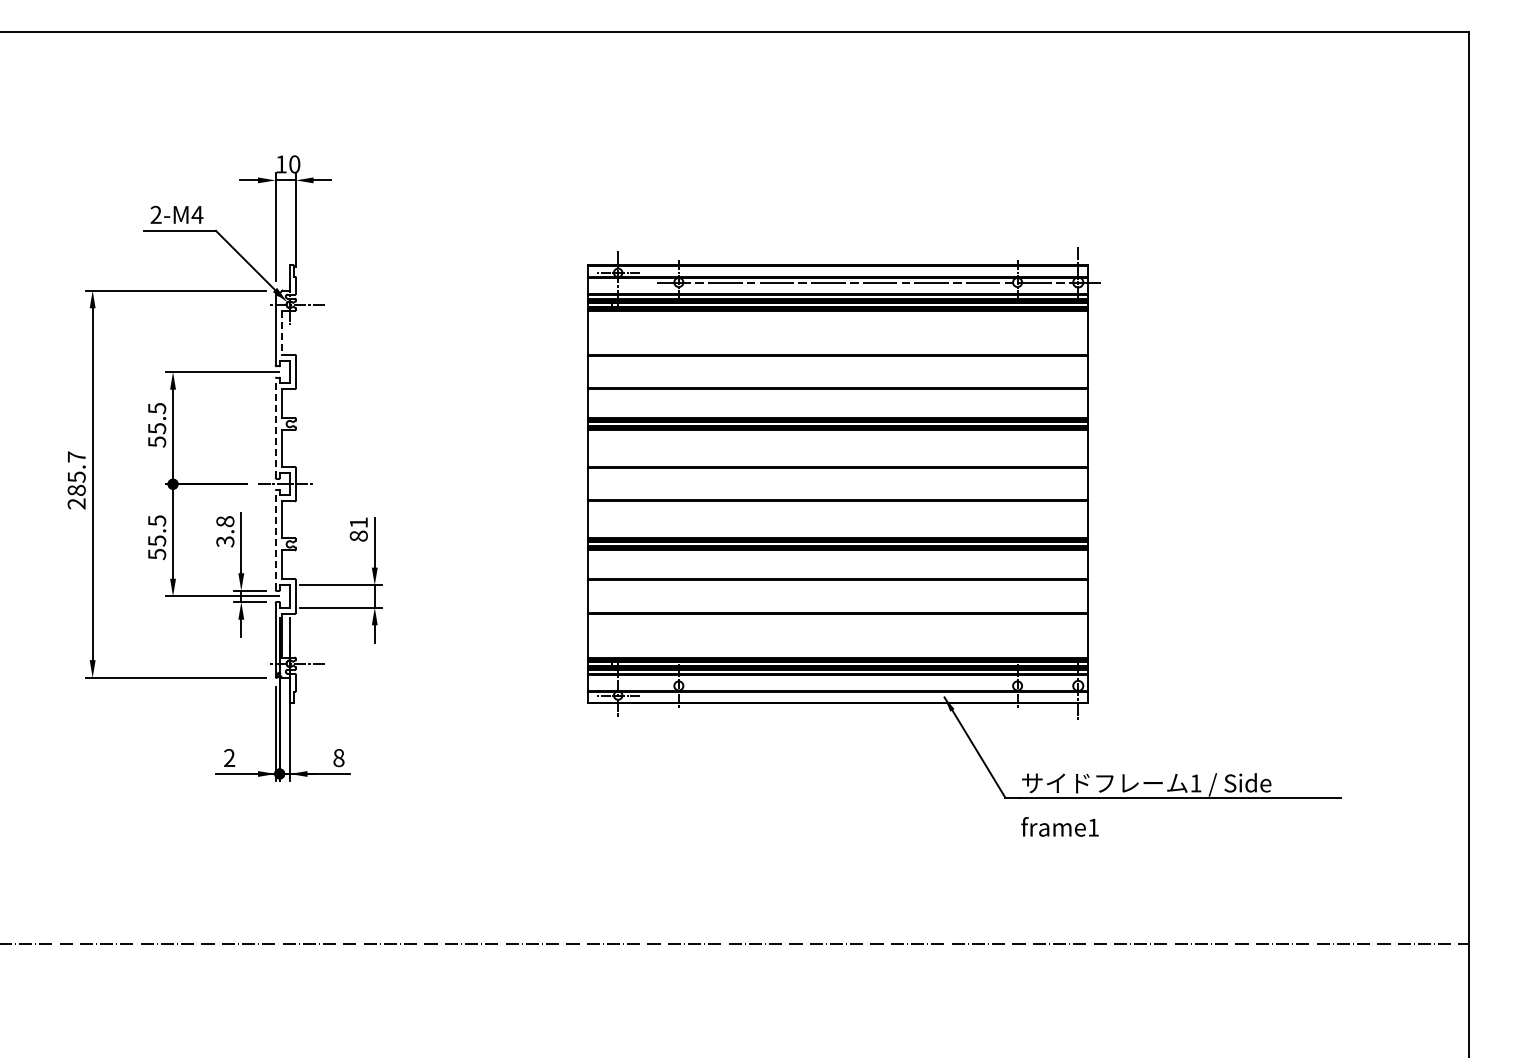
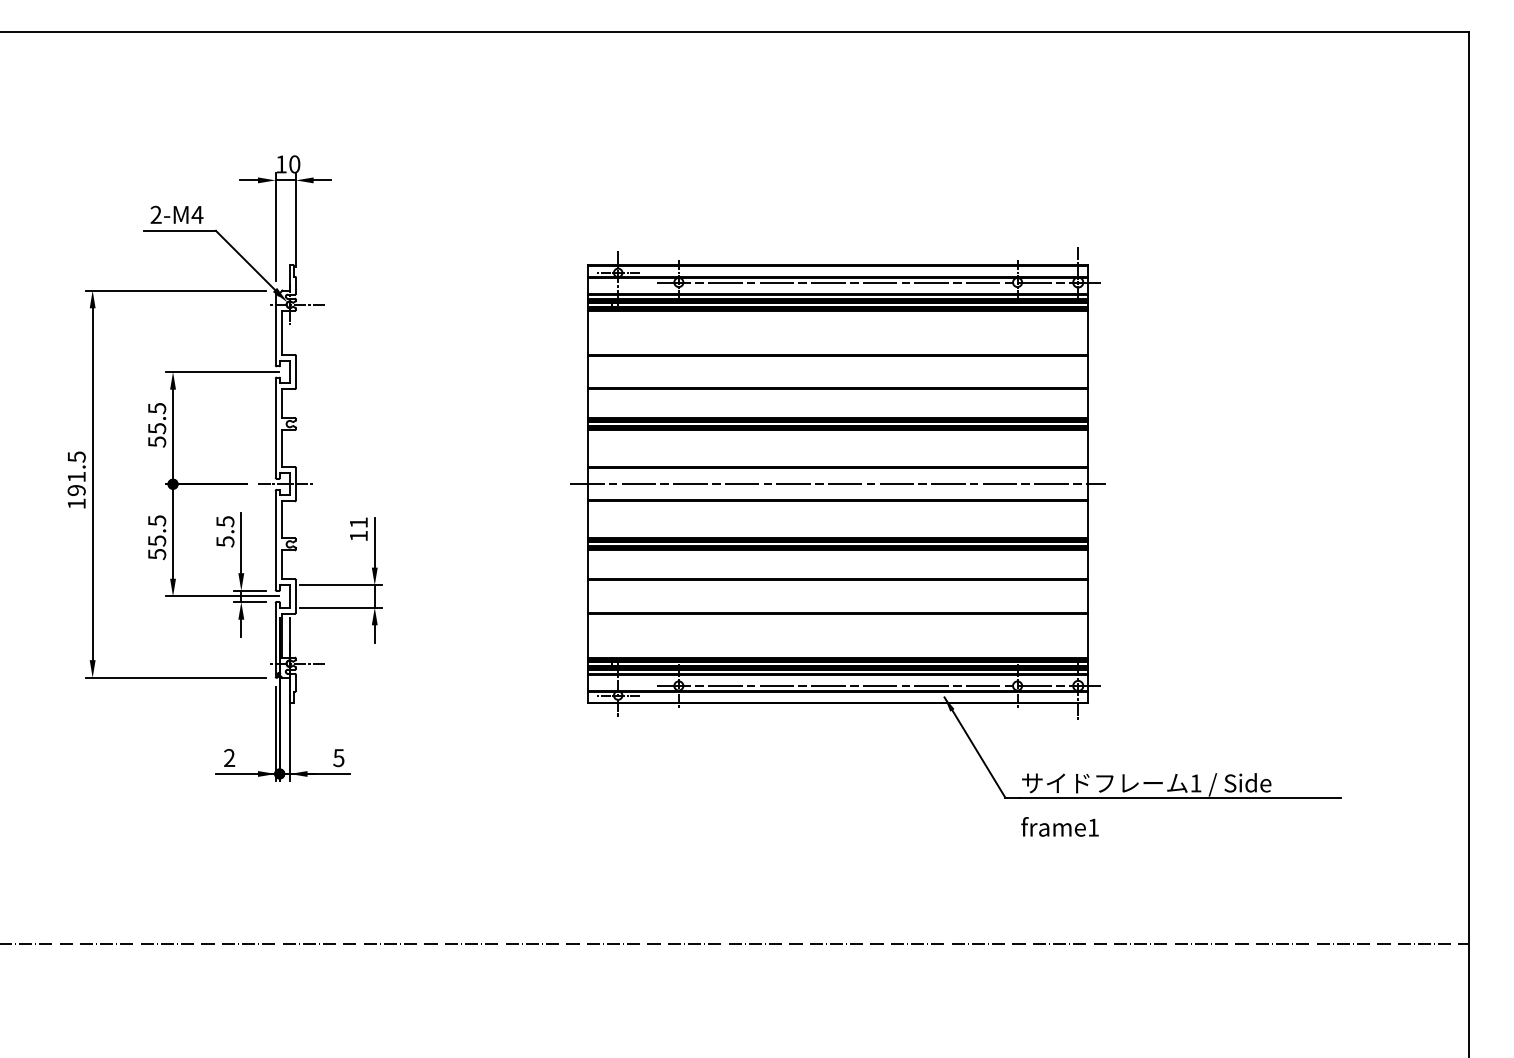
line at (281, 332): dashed -> solid
line at (275, 428): dashed -> solid
text at (76, 480): 285.7 -> 191.5
line at (838, 484): none -> present
text at (225, 531): 3.8 -> 5.5
text at (358, 535): 81 -> 11
line at (275, 540): dashed -> solid
line at (878, 685): none -> present
text at (338, 757): 8 -> 5
